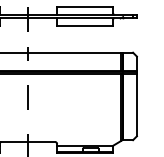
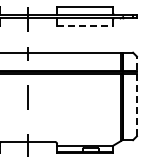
line at (85, 26): solid -> dashed
line at (136, 96): solid -> dashed
